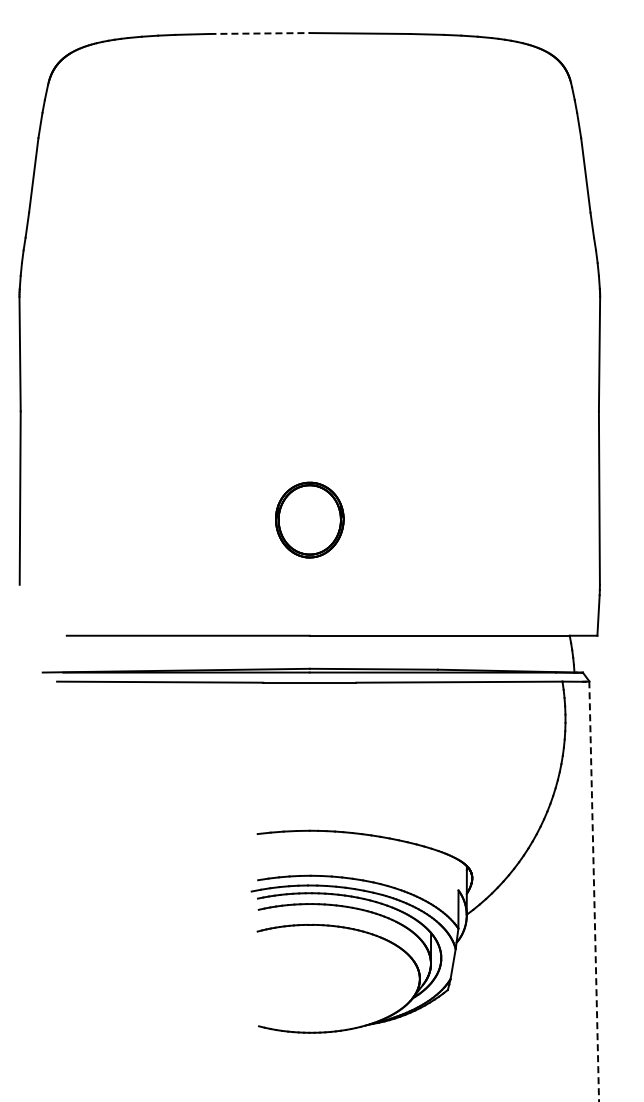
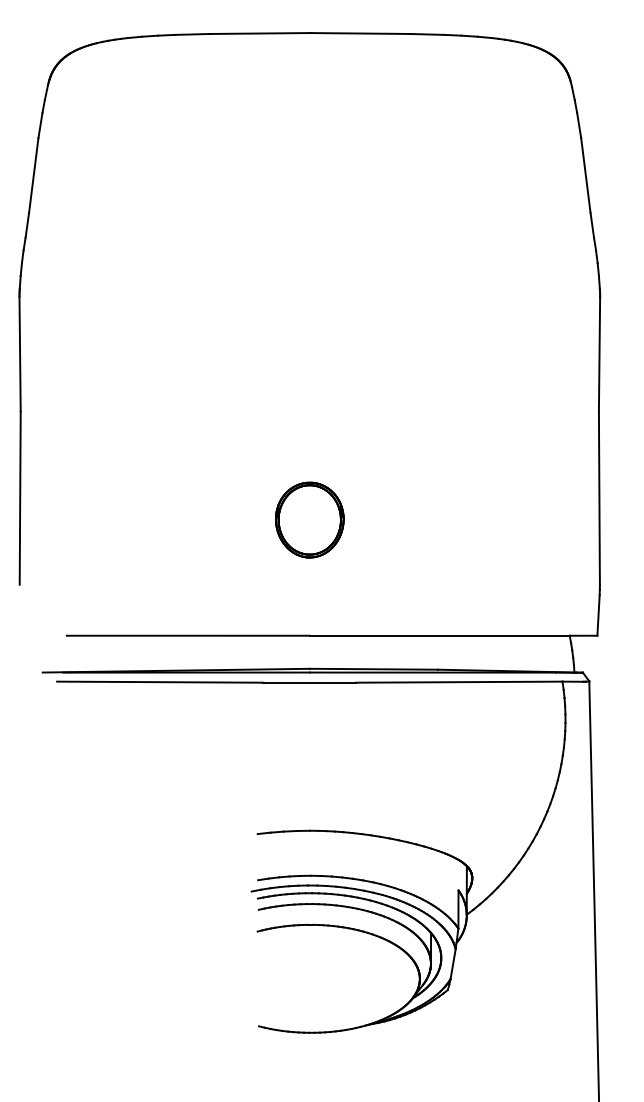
line at (260, 33): dashed -> solid
line at (594, 891): dashed -> solid
